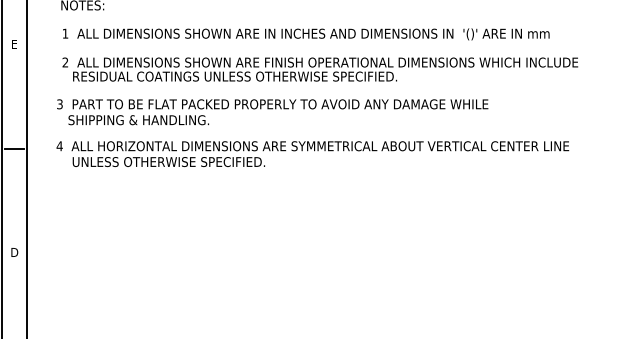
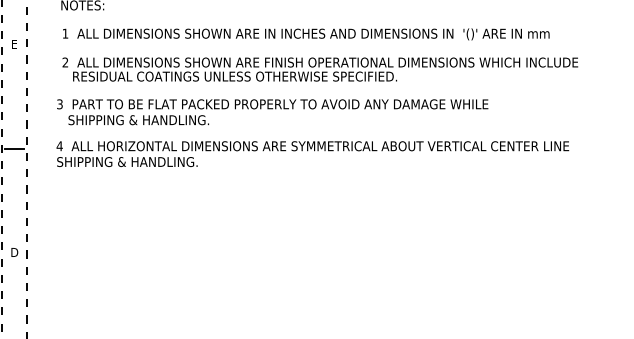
text at (161, 162): UNLESS OTHERWISE SPECIFIED. -> SHIPPING & HANDLING.
line at (2, 169): solid -> dashed
line at (26, 169): solid -> dashed
